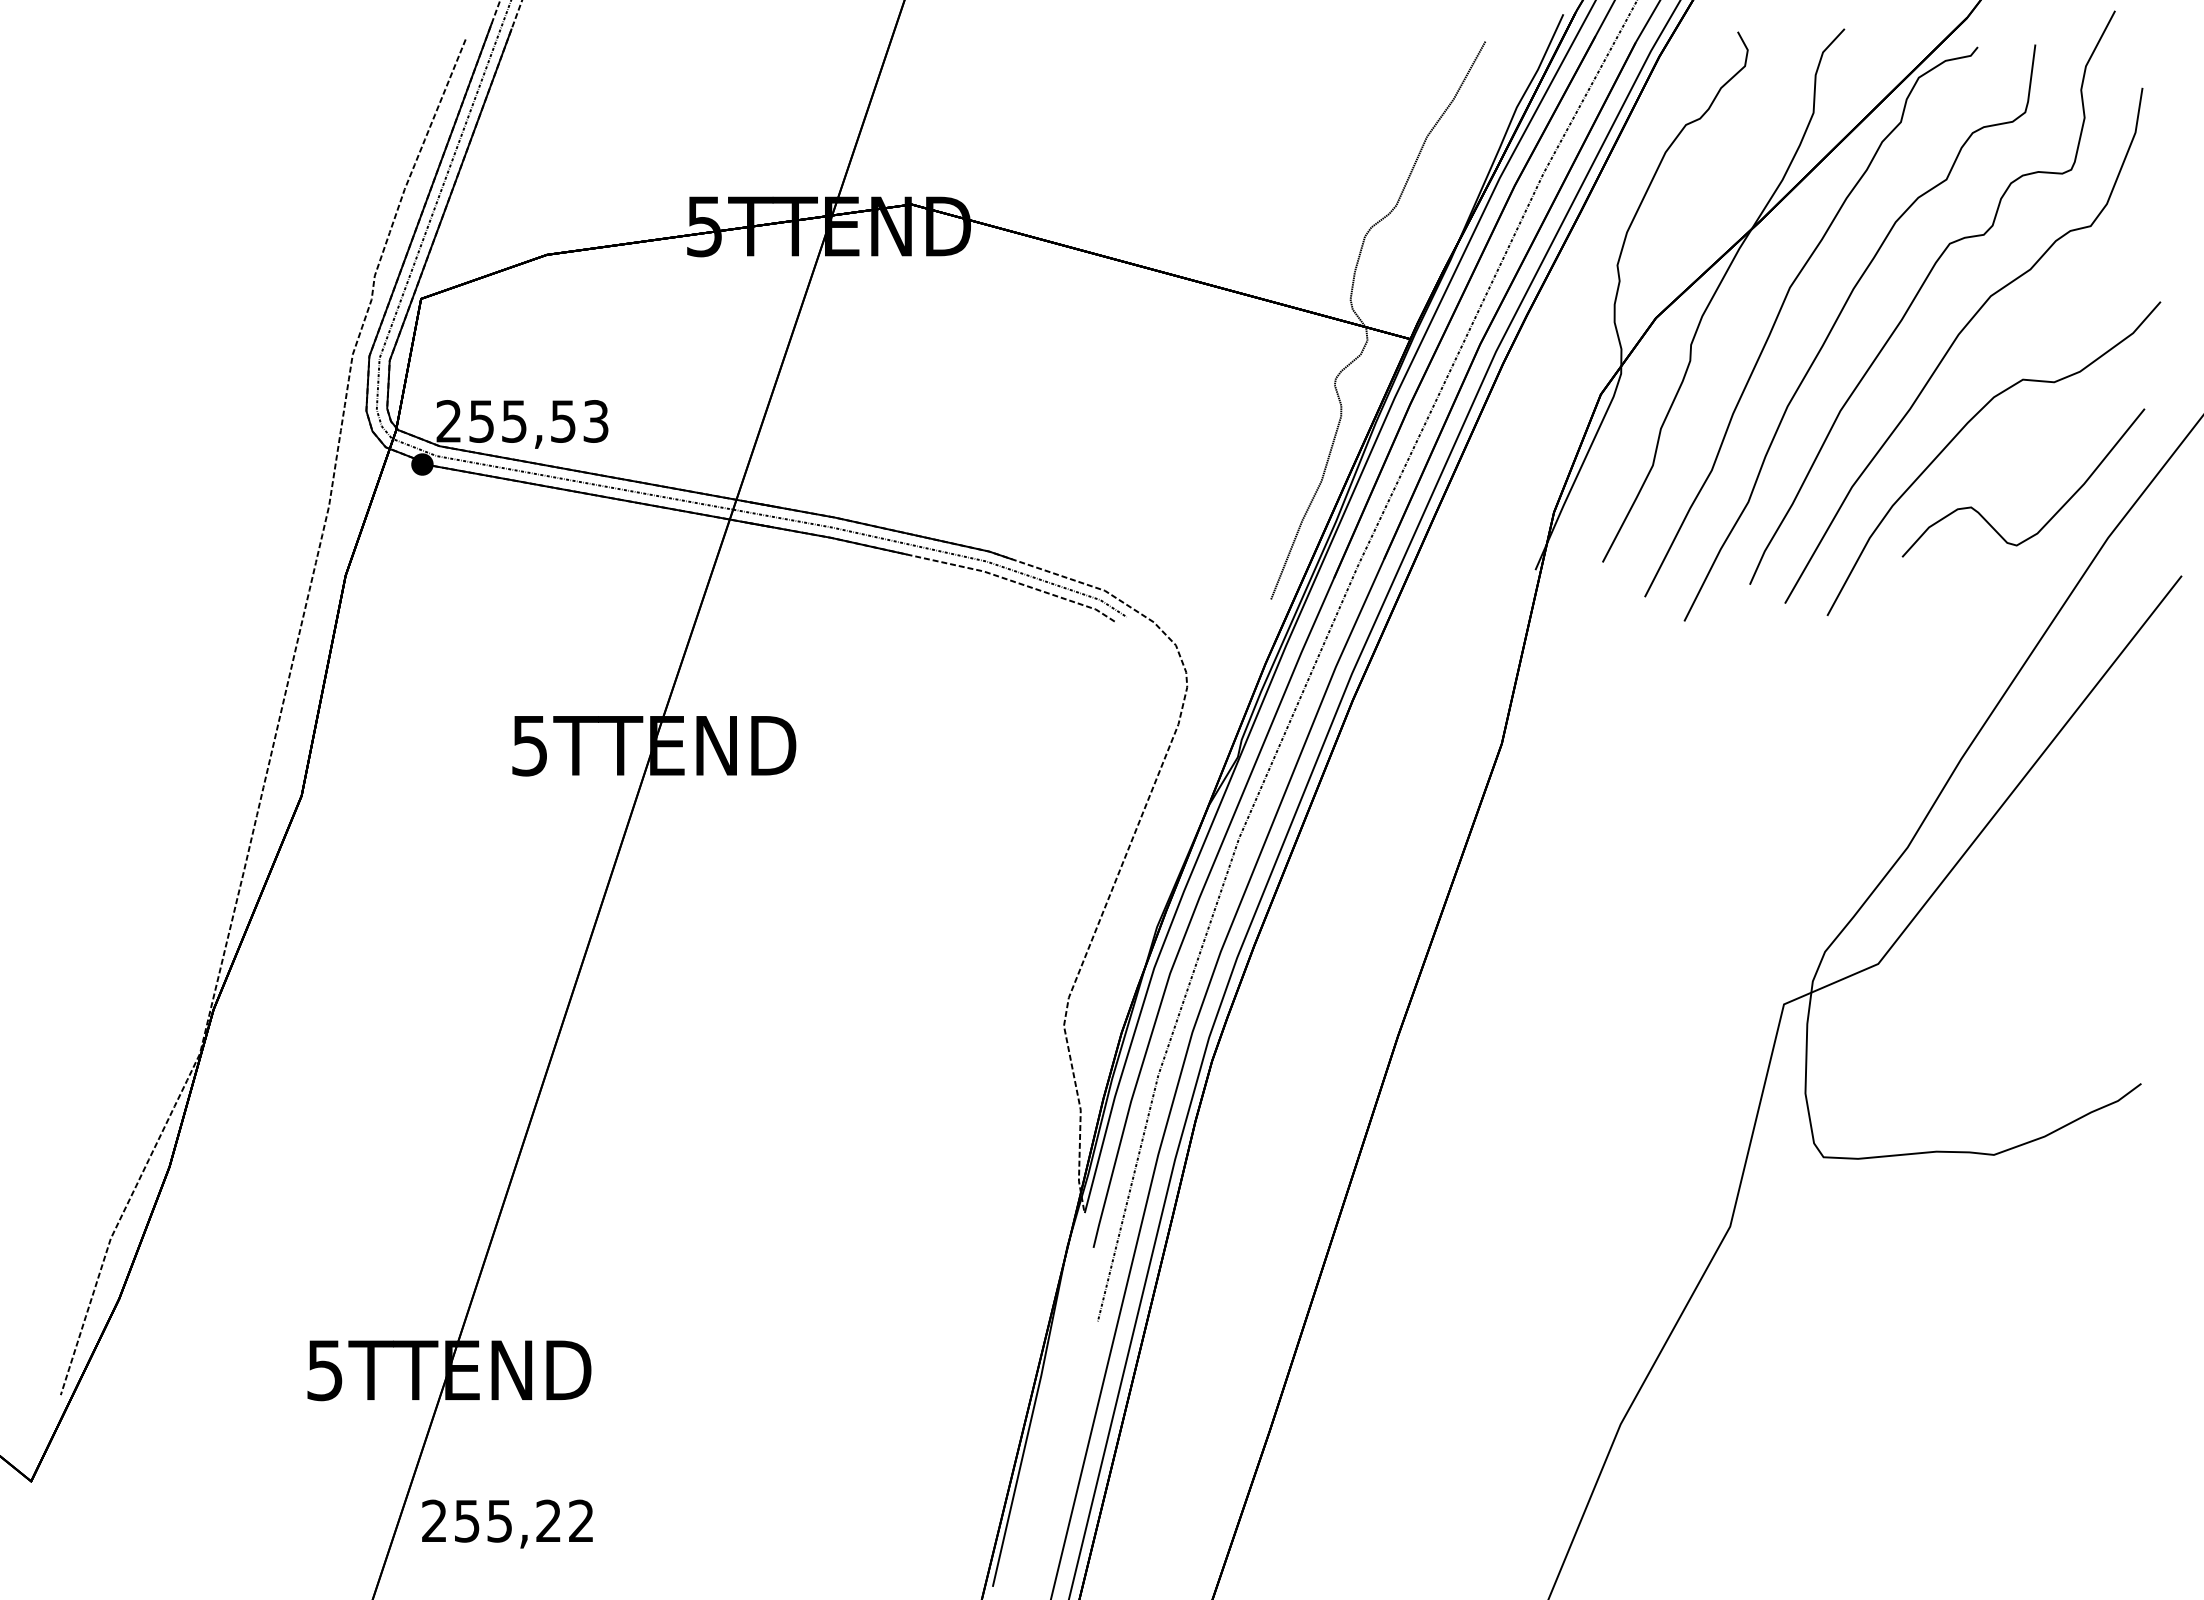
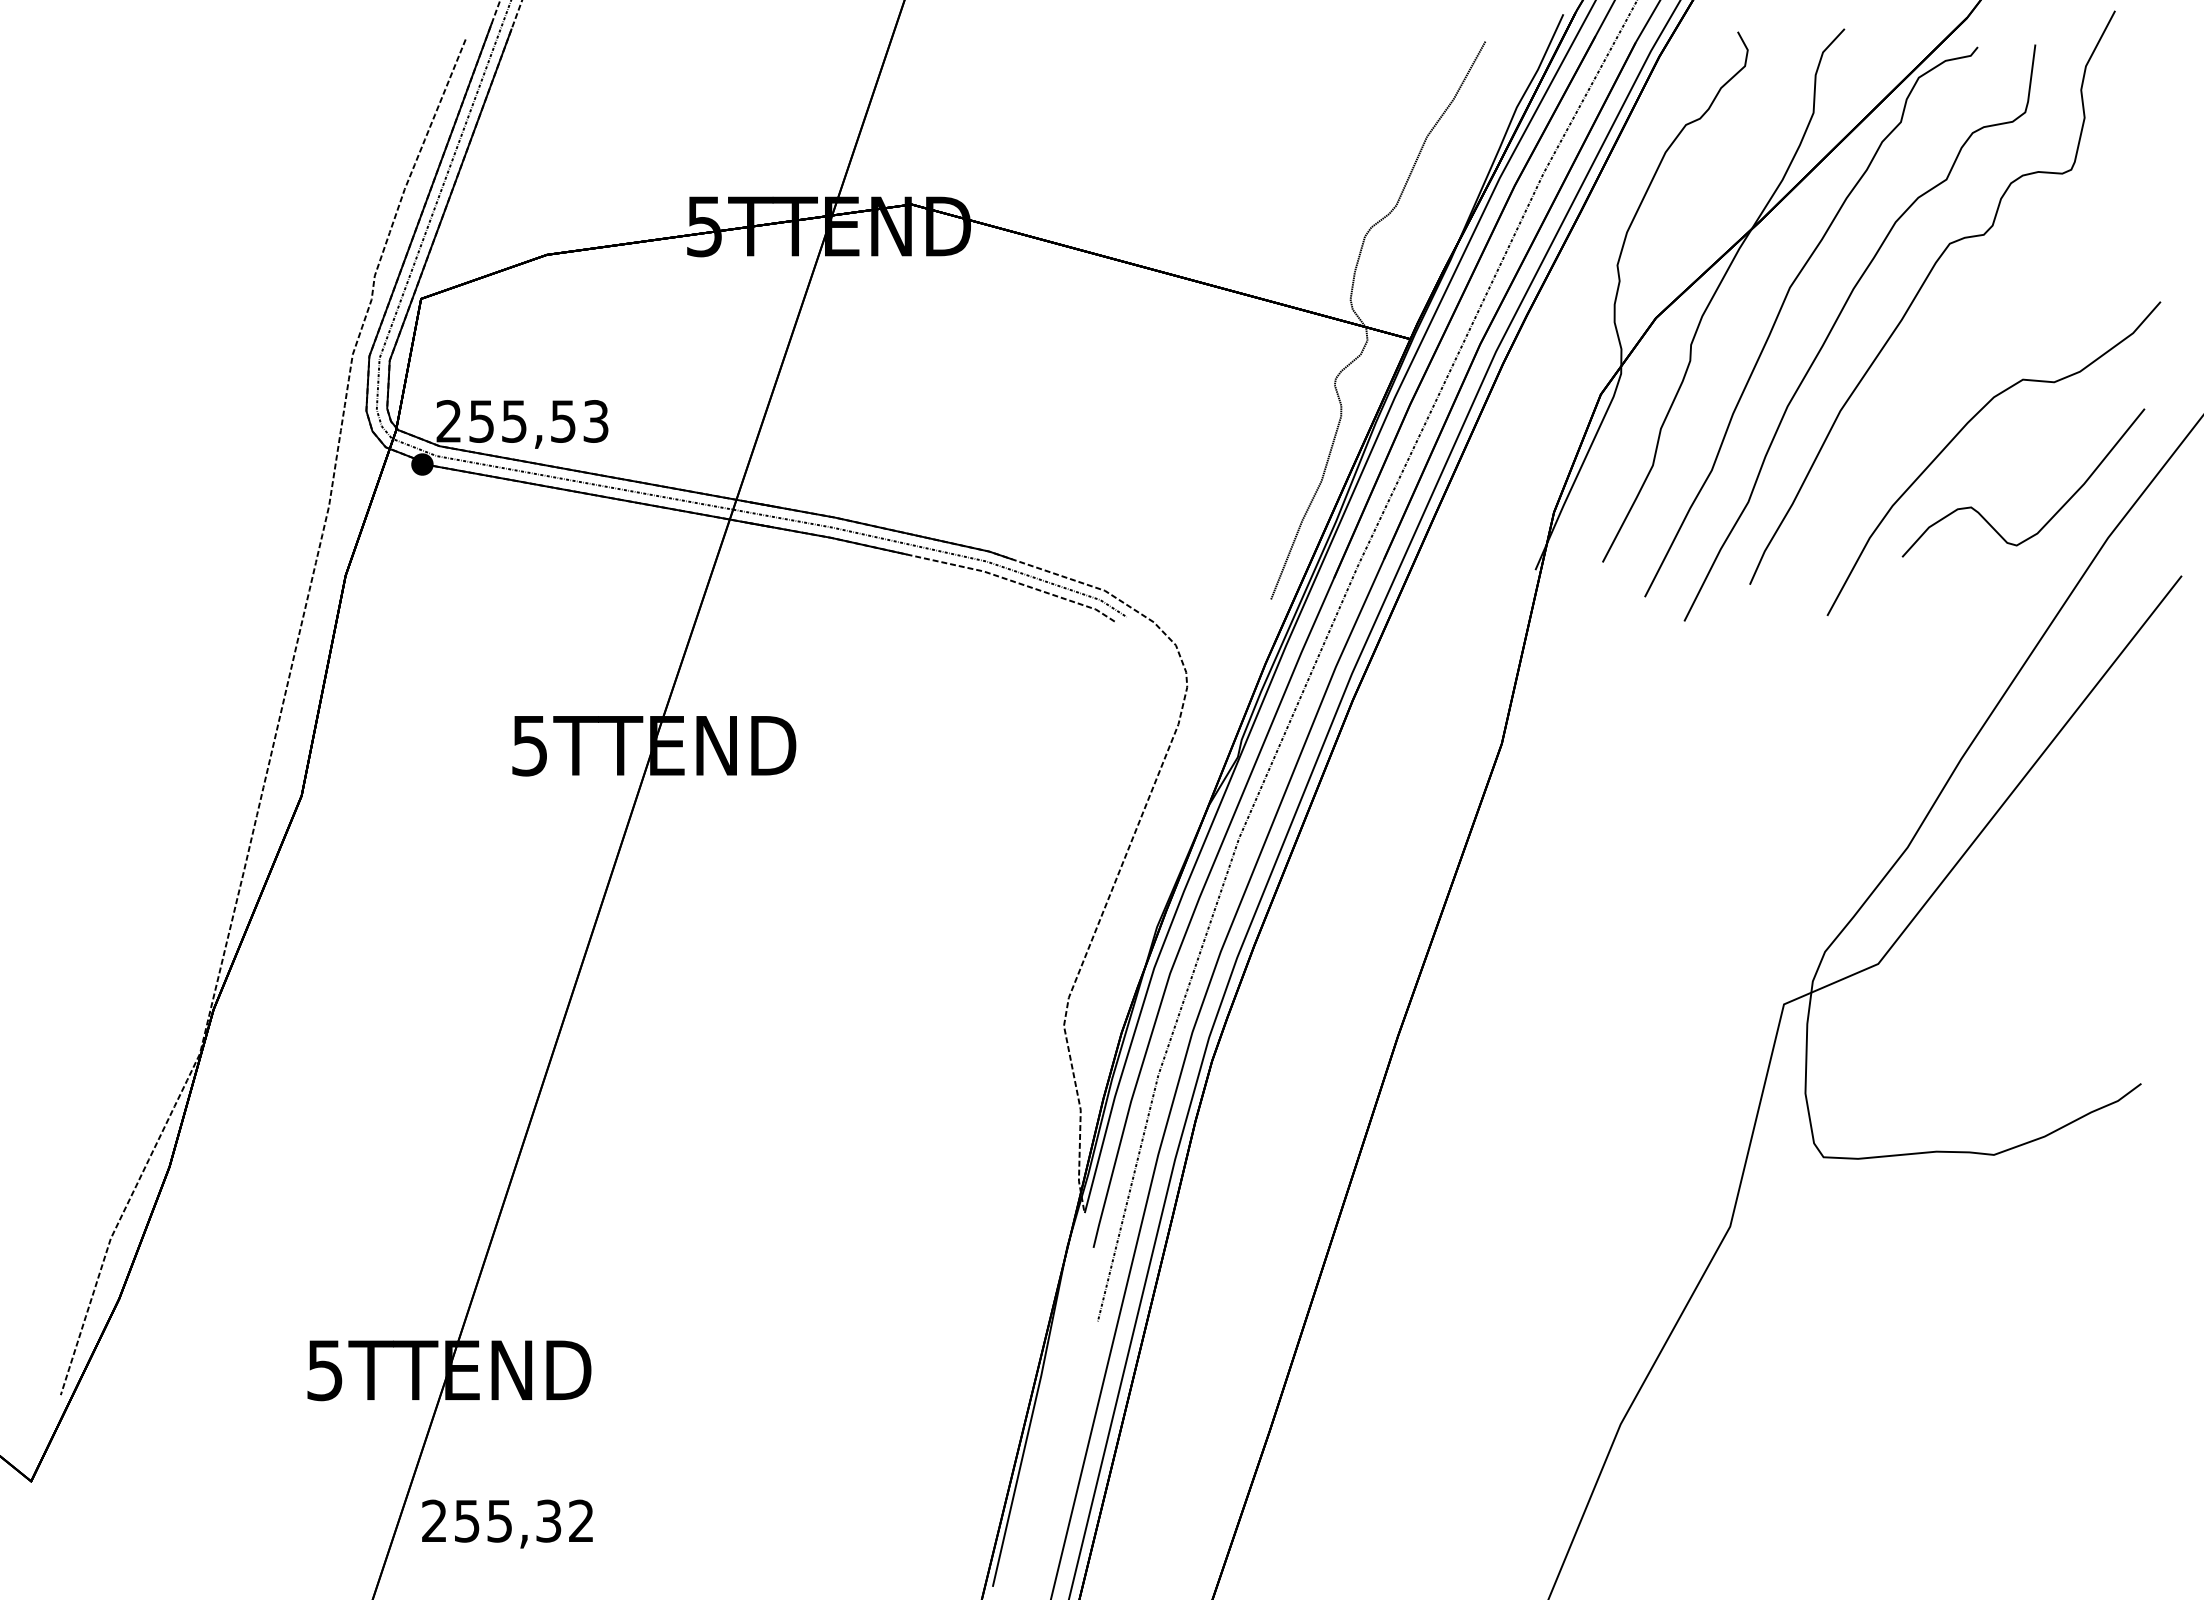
curve at (1955, 341): present -> none
text at (548, 1520): 255,22 -> 255,32
